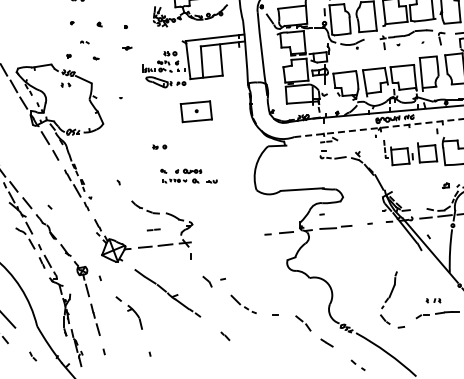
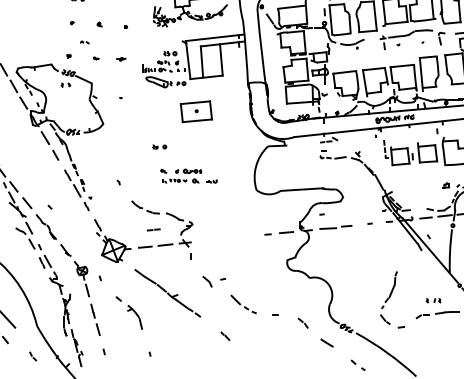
part at (127, 48) position: (127, 48) -> (121, 59)
line at (378, 128): dashed -> solid
part at (303, 323) size: 17x17 px -> 12x12 px
